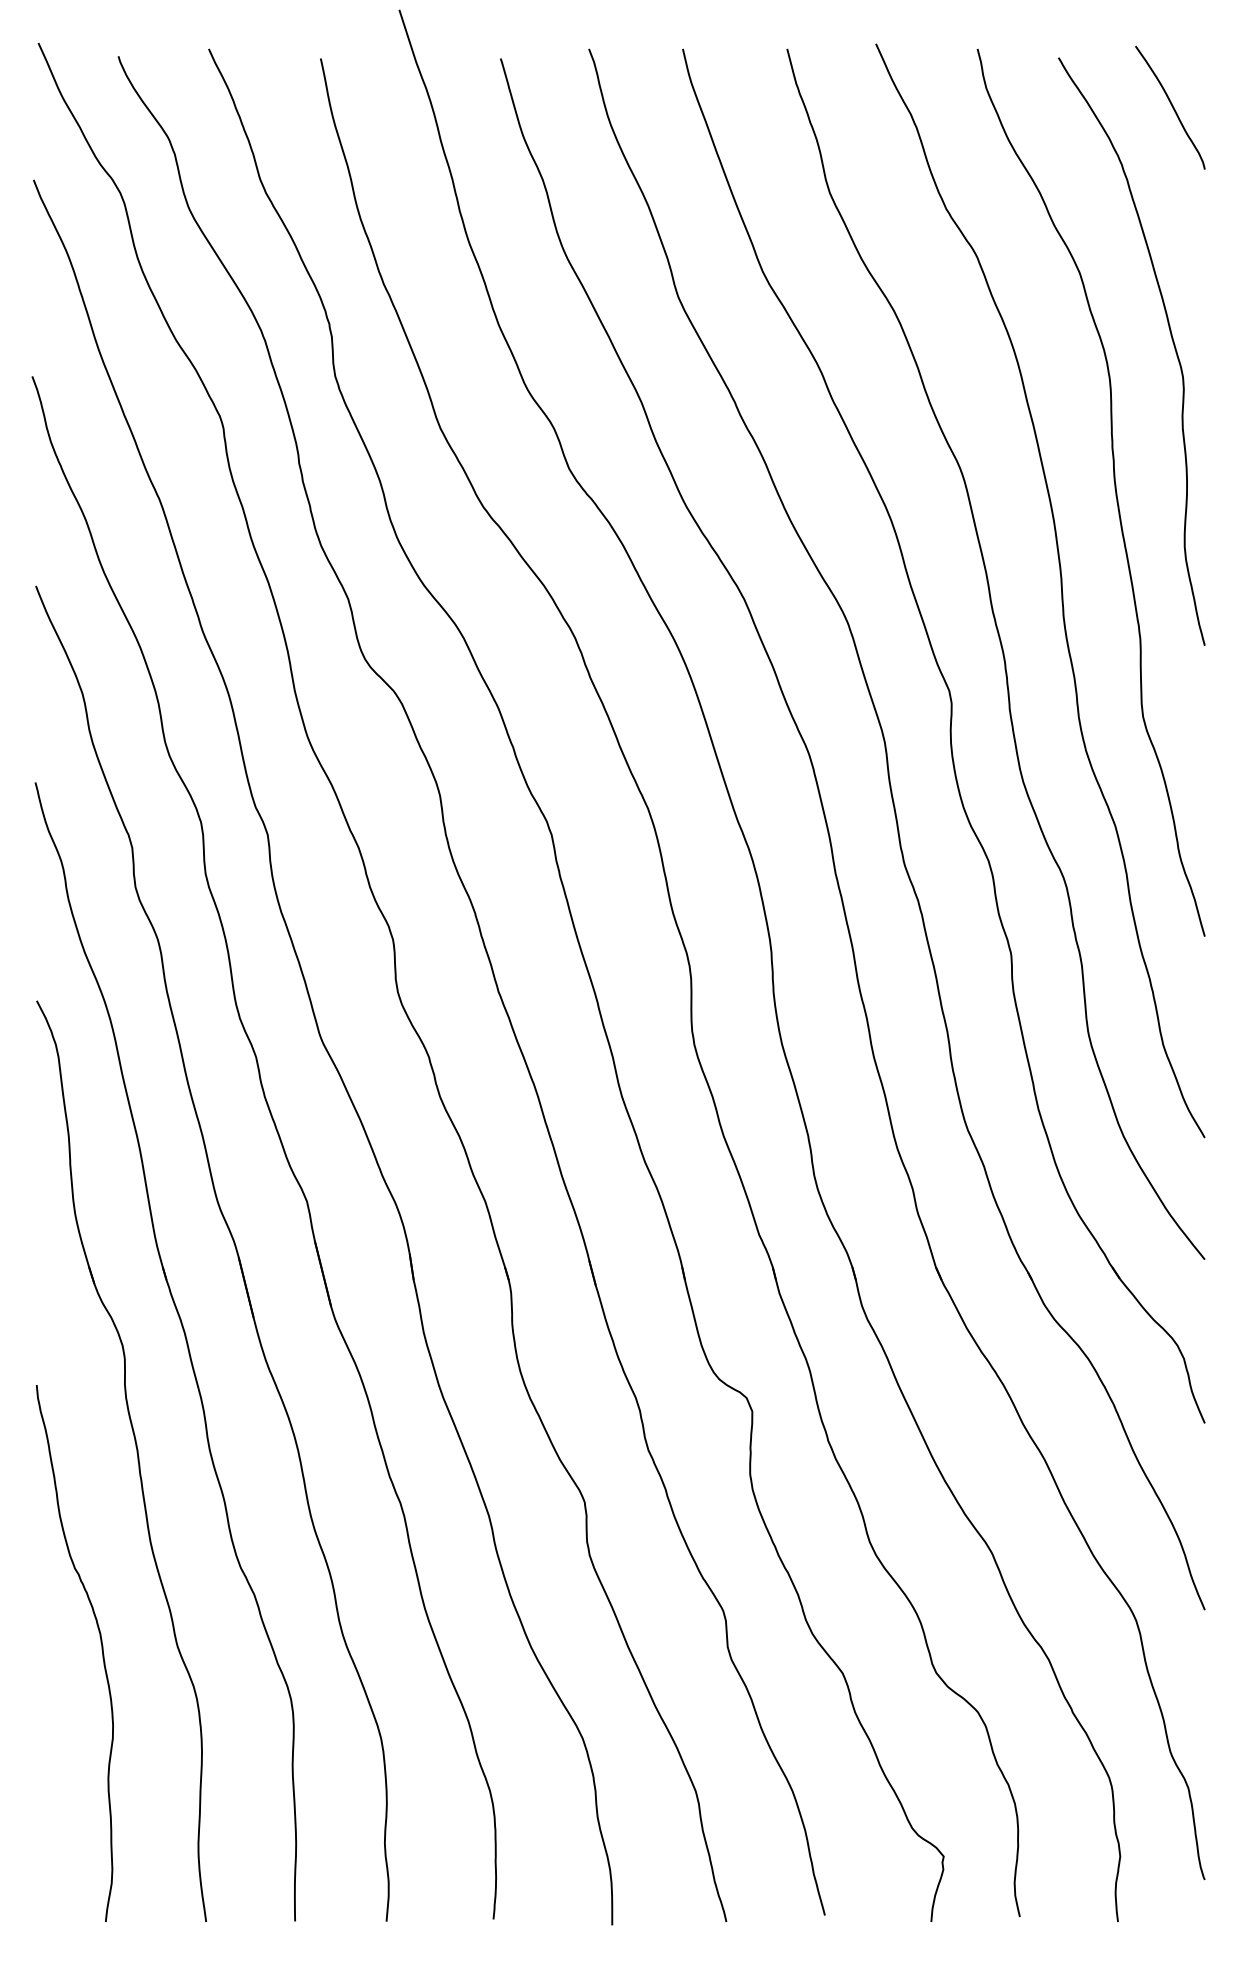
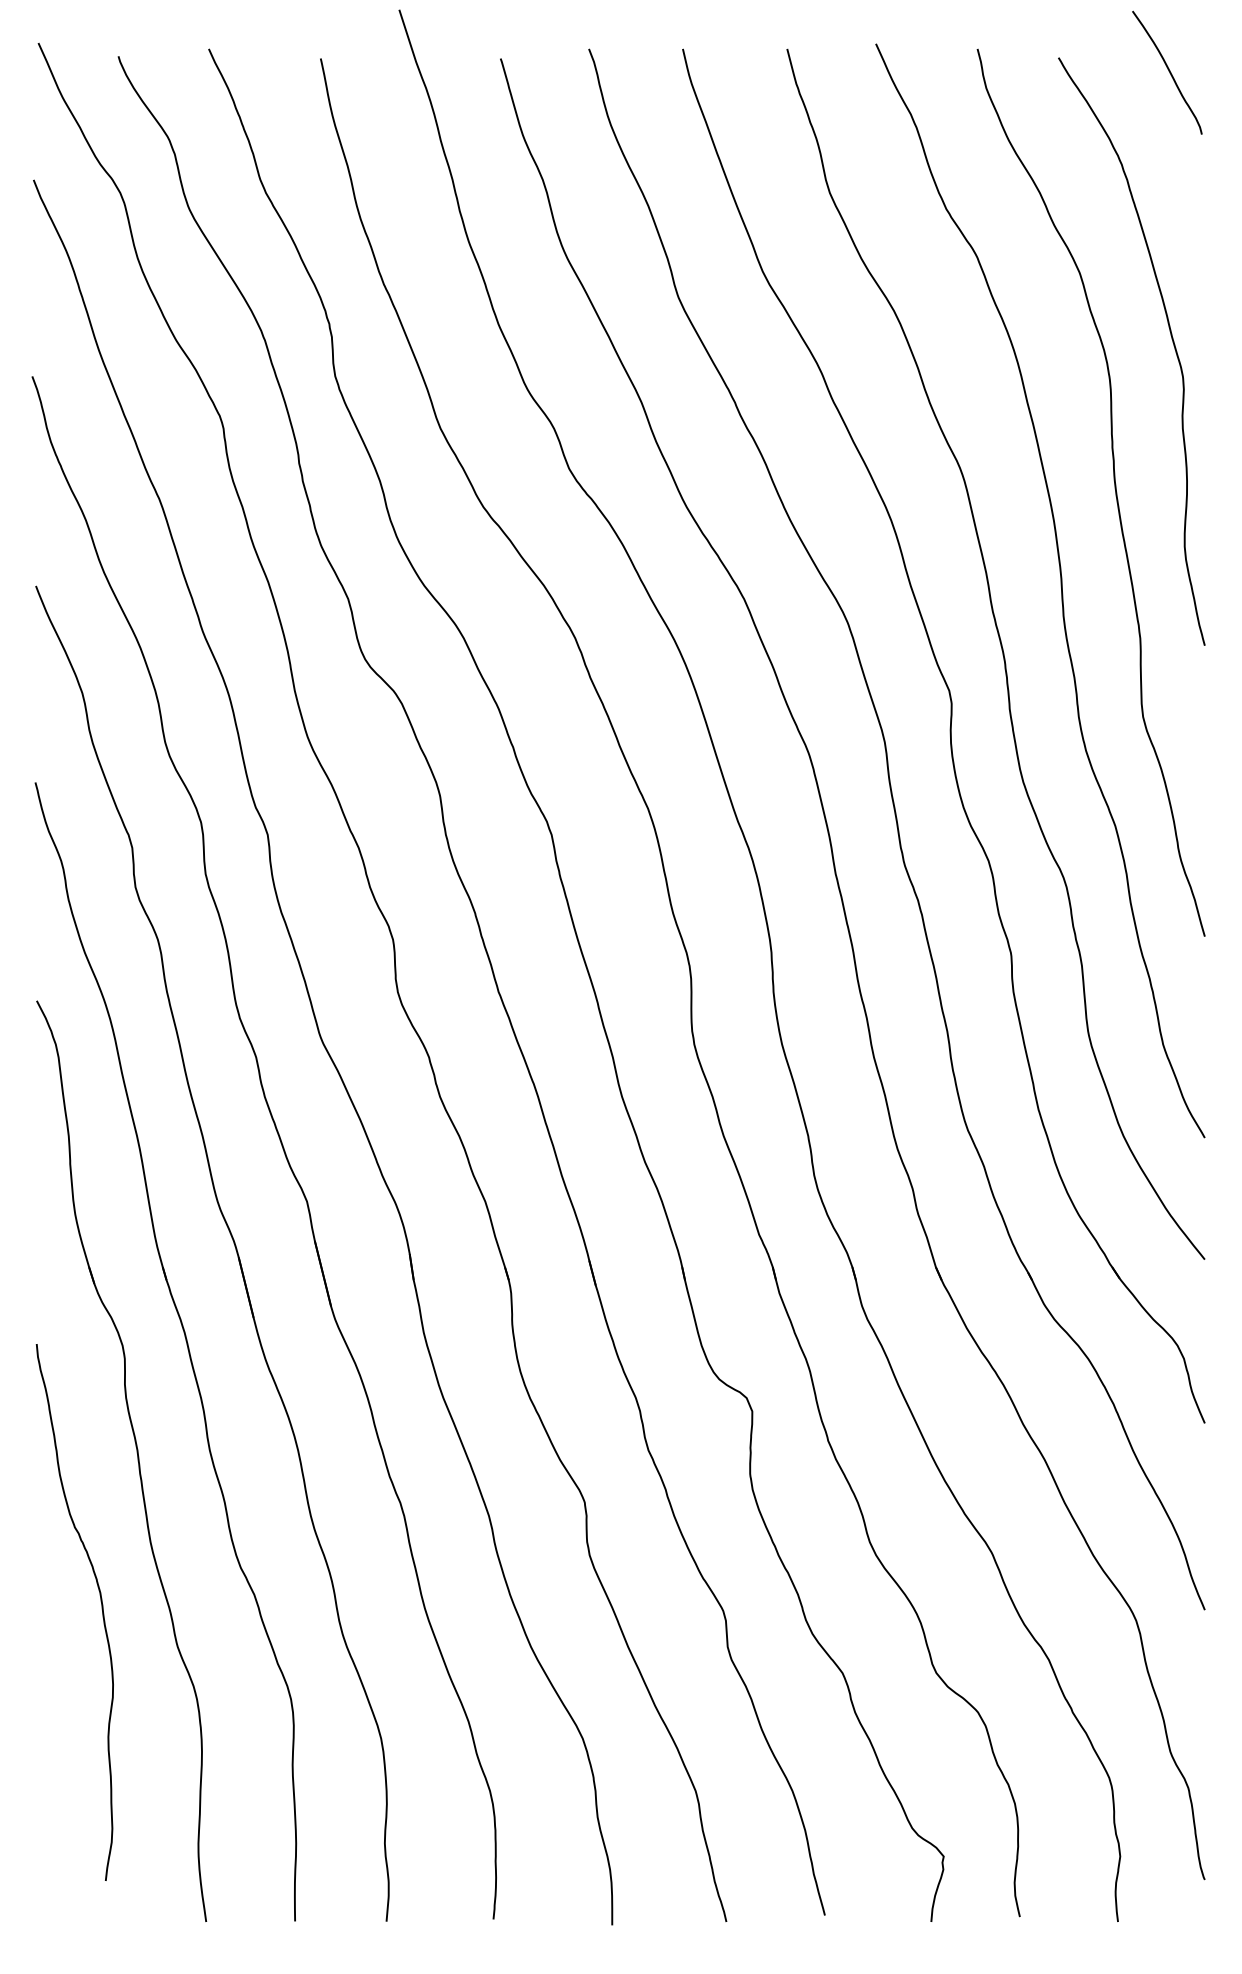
curve at (1171, 106) position: (1171, 106) -> (1168, 71)
curve at (101, 1650) position: (101, 1650) -> (101, 1609)
